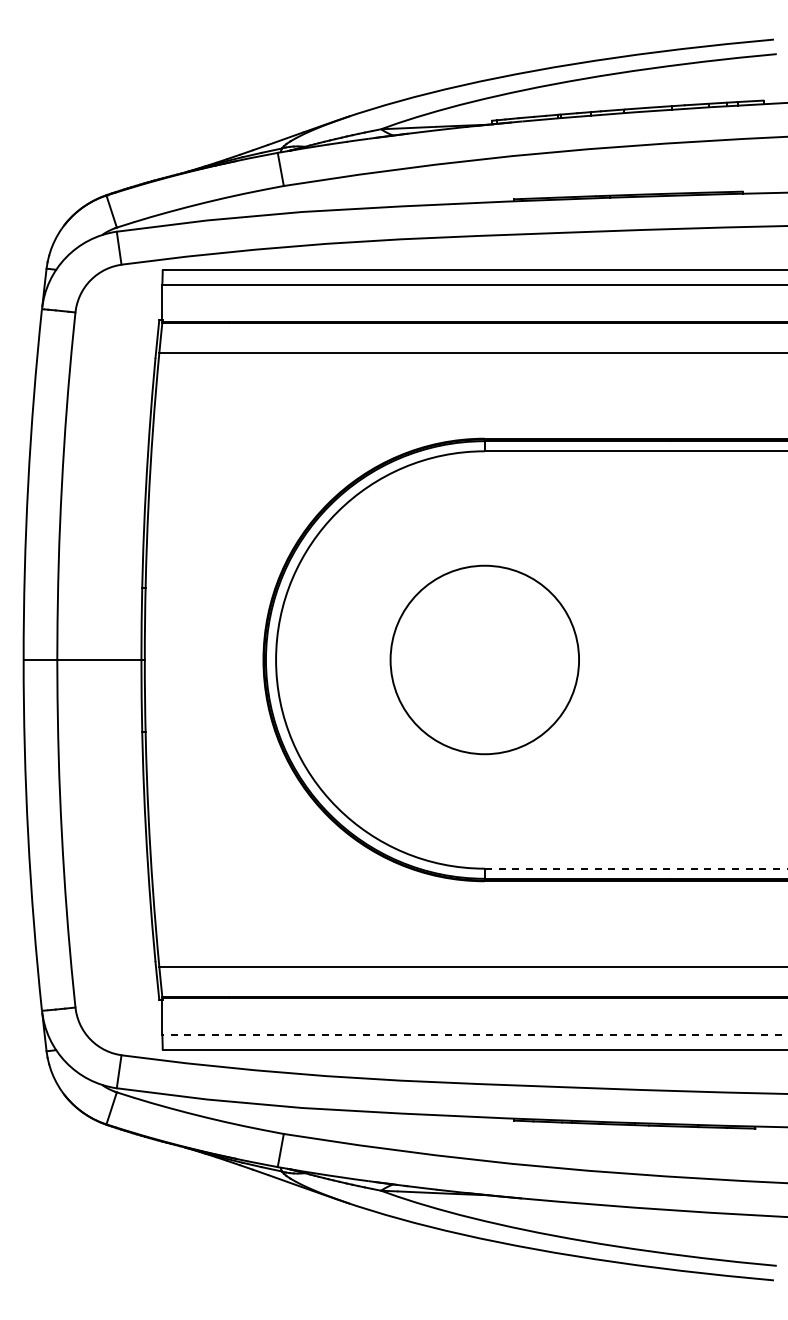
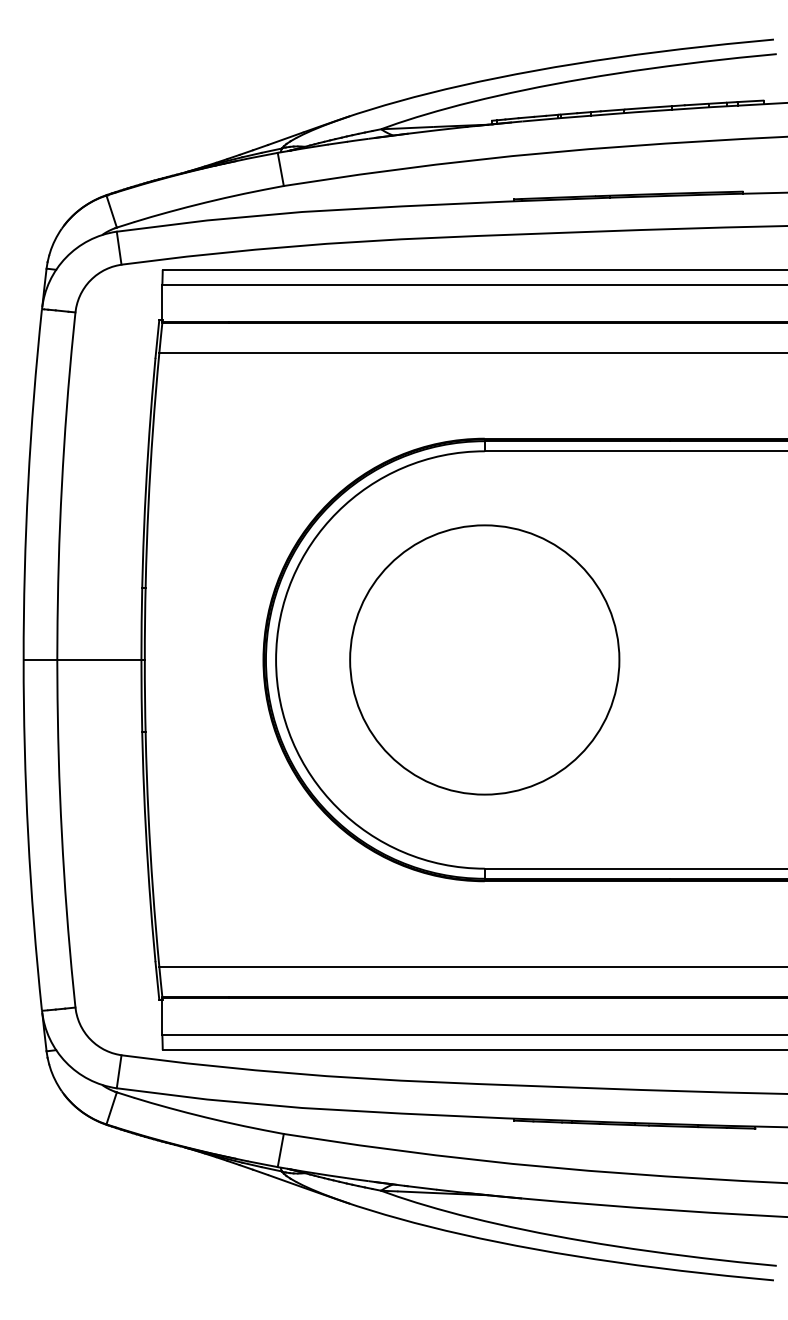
circle at (484, 659) size: 191x192 px -> 272x272 px
line at (636, 868): dashed -> solid
line at (474, 1035): dashed -> solid
